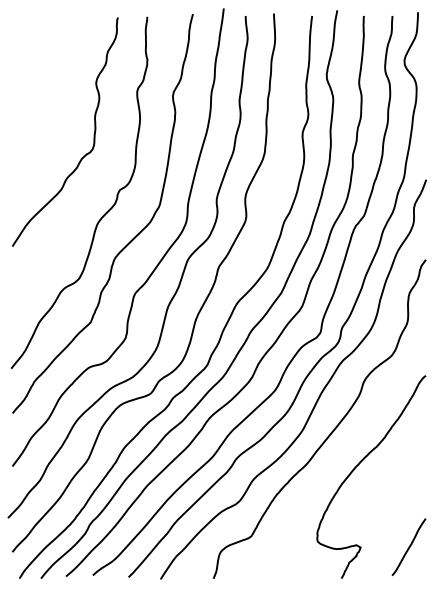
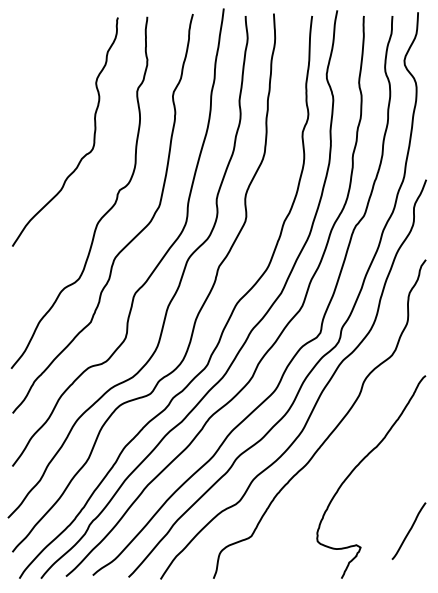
curve at (408, 546) position: (408, 546) -> (408, 530)
